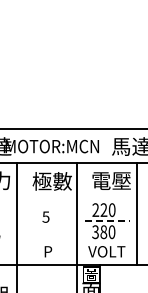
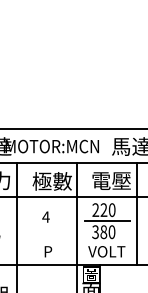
line at (73, 197): none -> present
text at (45, 216): 5 -> 4
line at (107, 221): dashed -> solid
